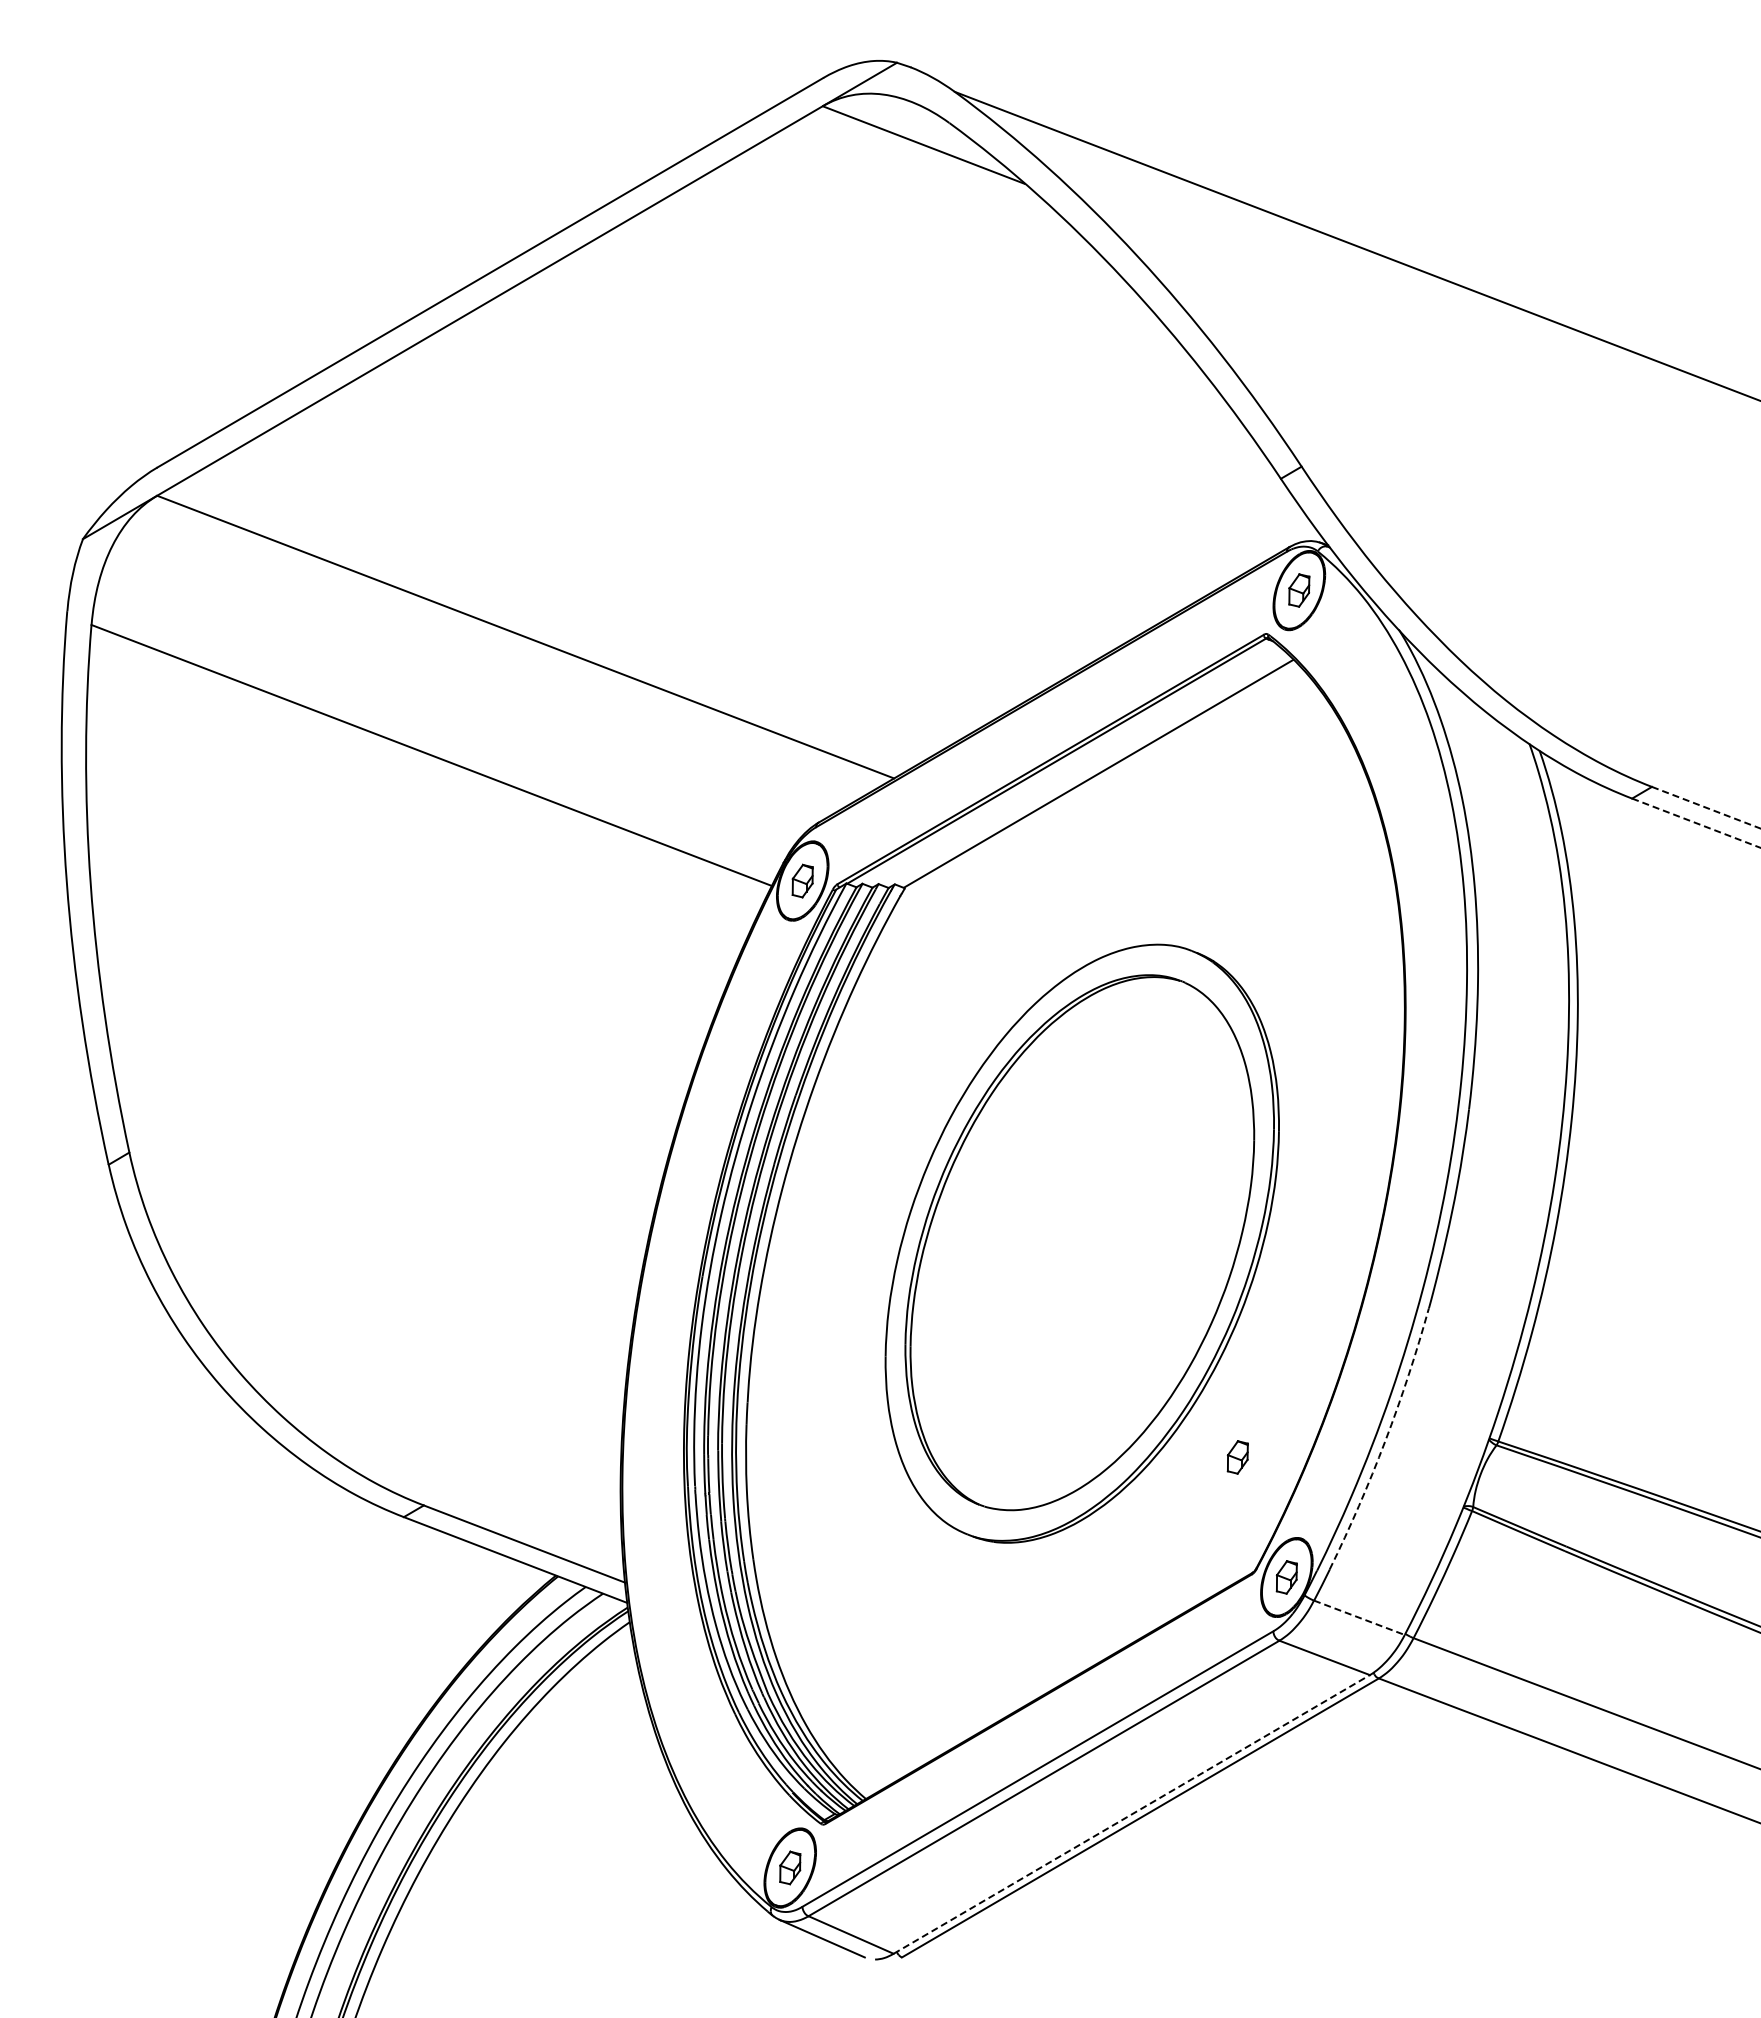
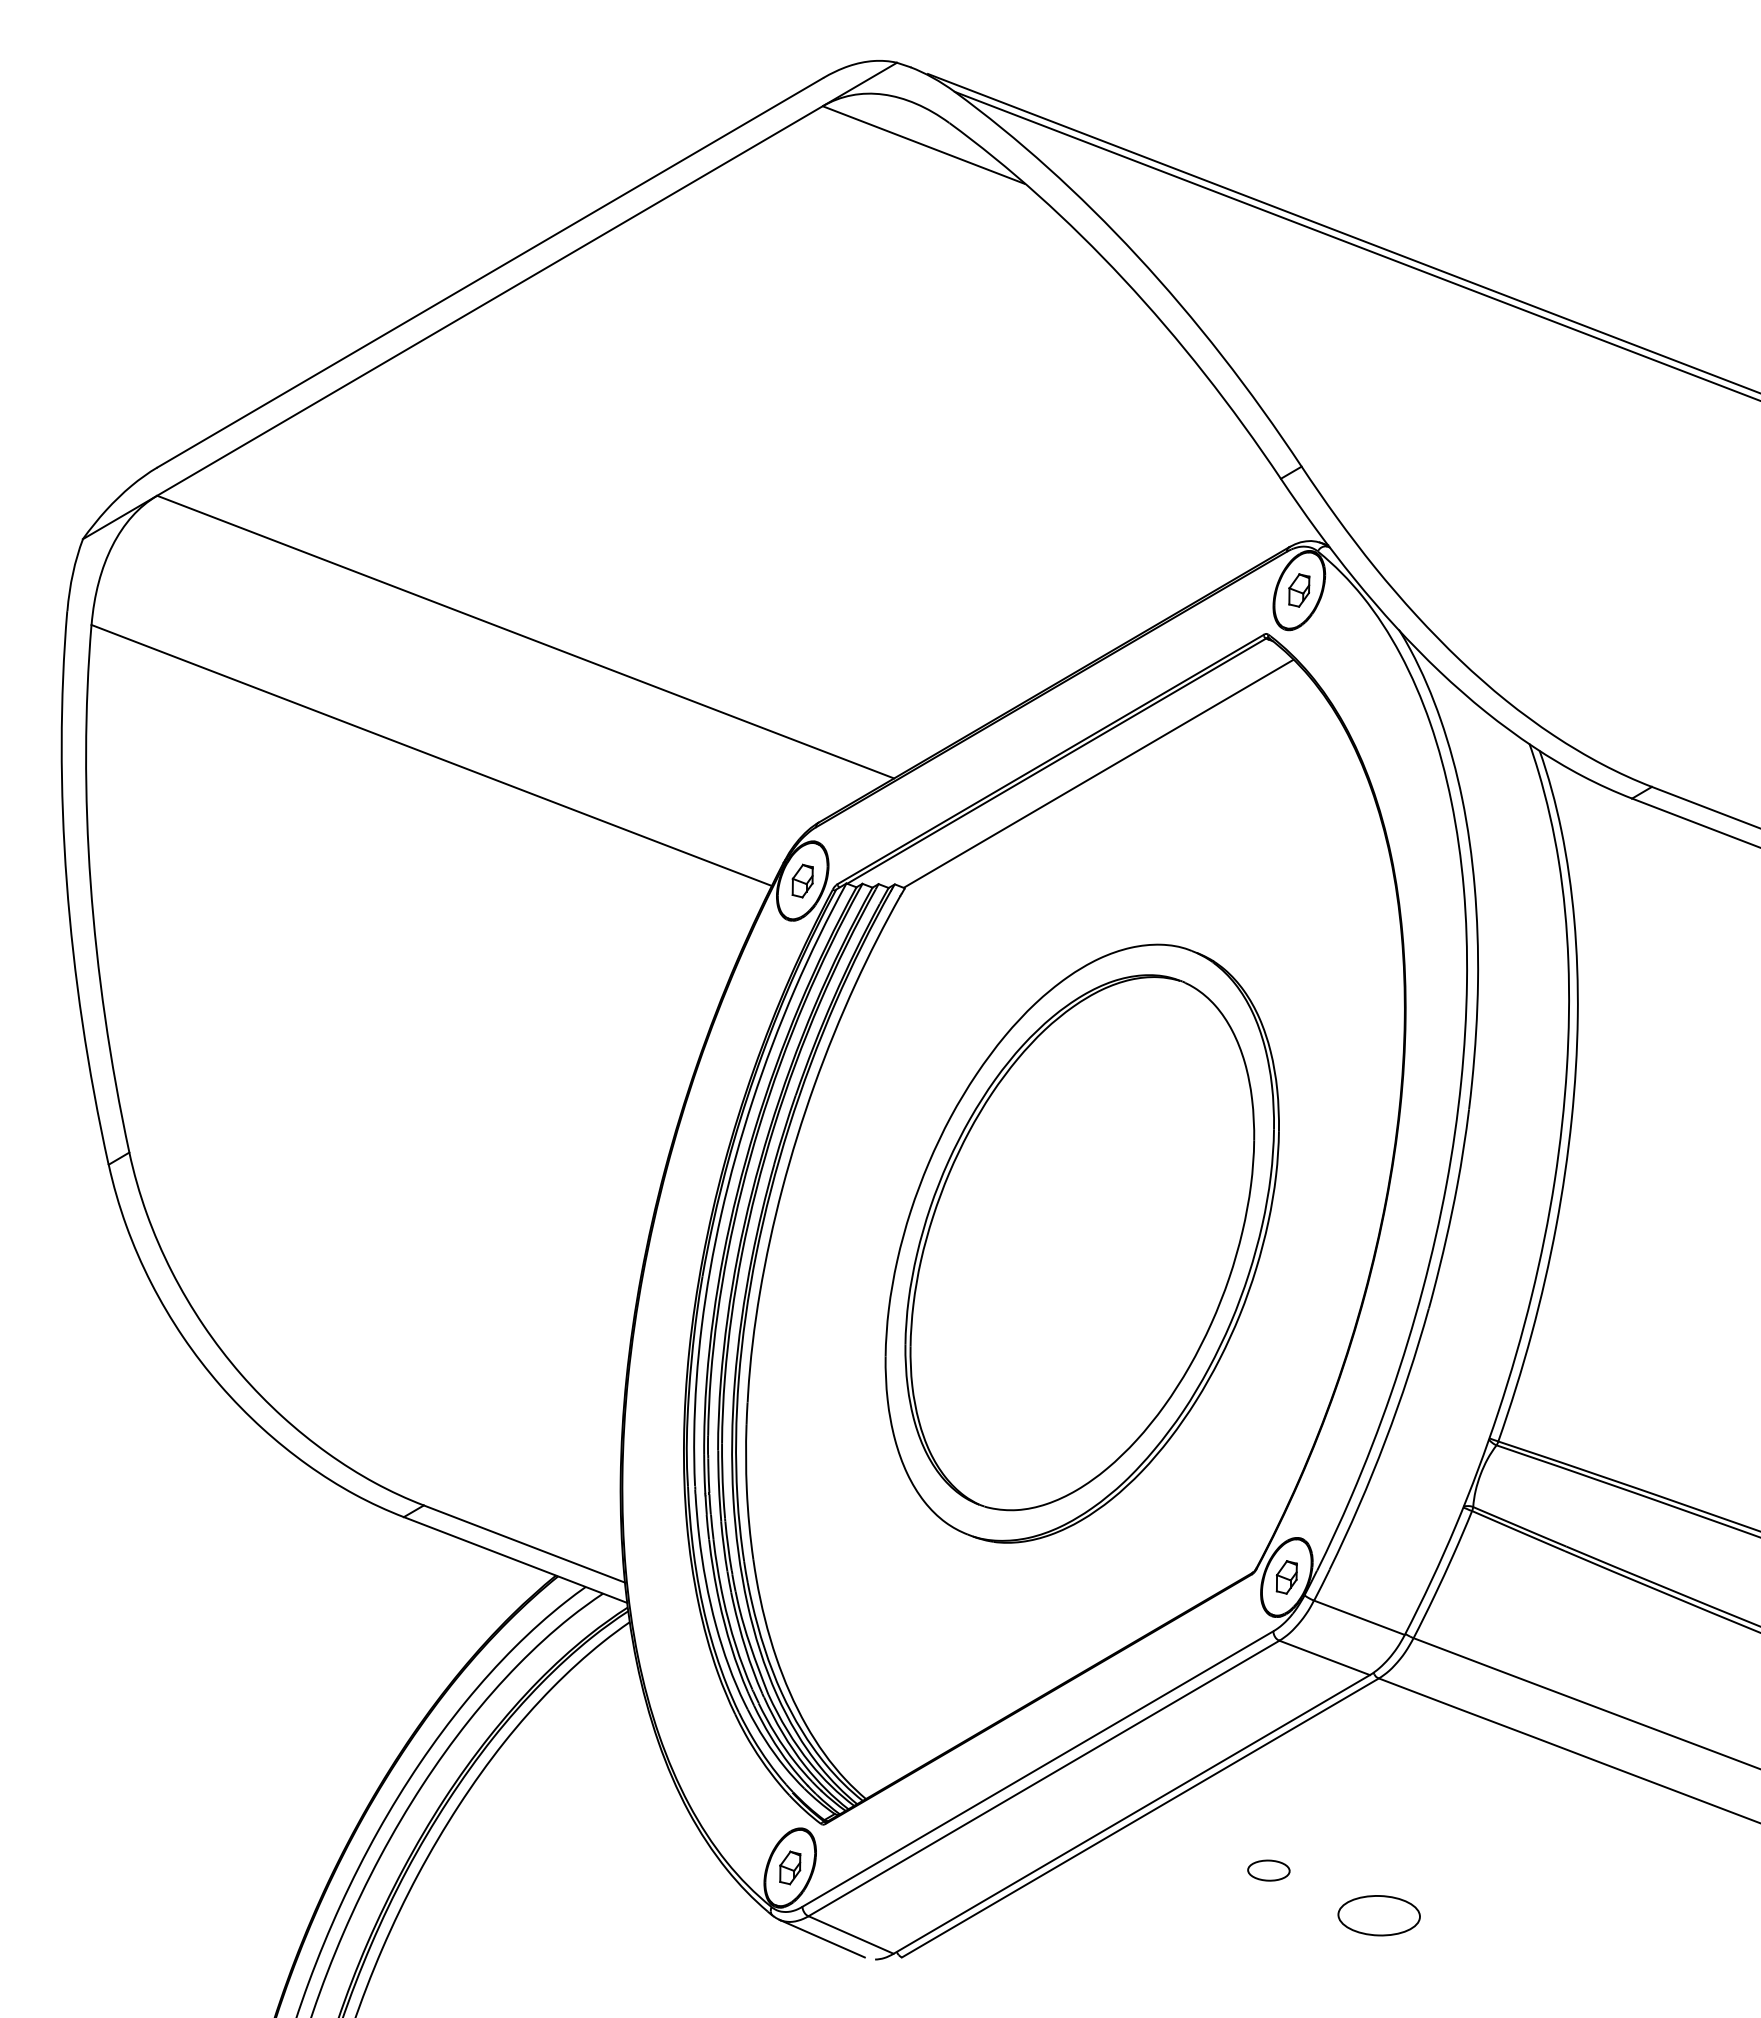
line at (1342, 232): none -> present
line at (1706, 807): dashed -> solid
line at (1696, 823): dashed -> solid
arc at (1385, 1441): dashed -> solid
part at (1237, 1457): present -> none
line at (1359, 1617): dashed -> solid
line at (1131, 1814): dashed -> solid
part at (1268, 1870): none -> present
part at (1378, 1915): none -> present
